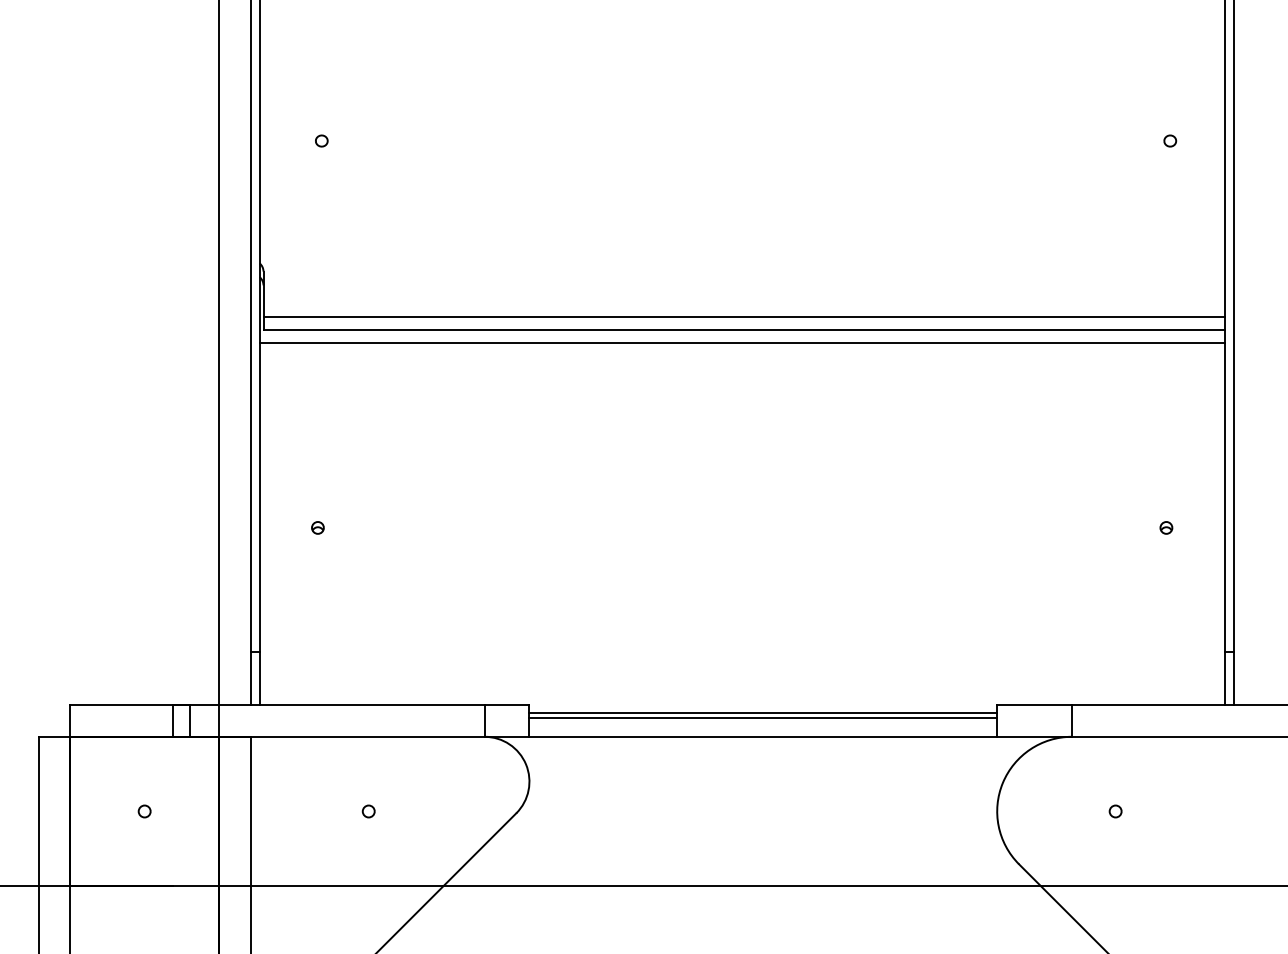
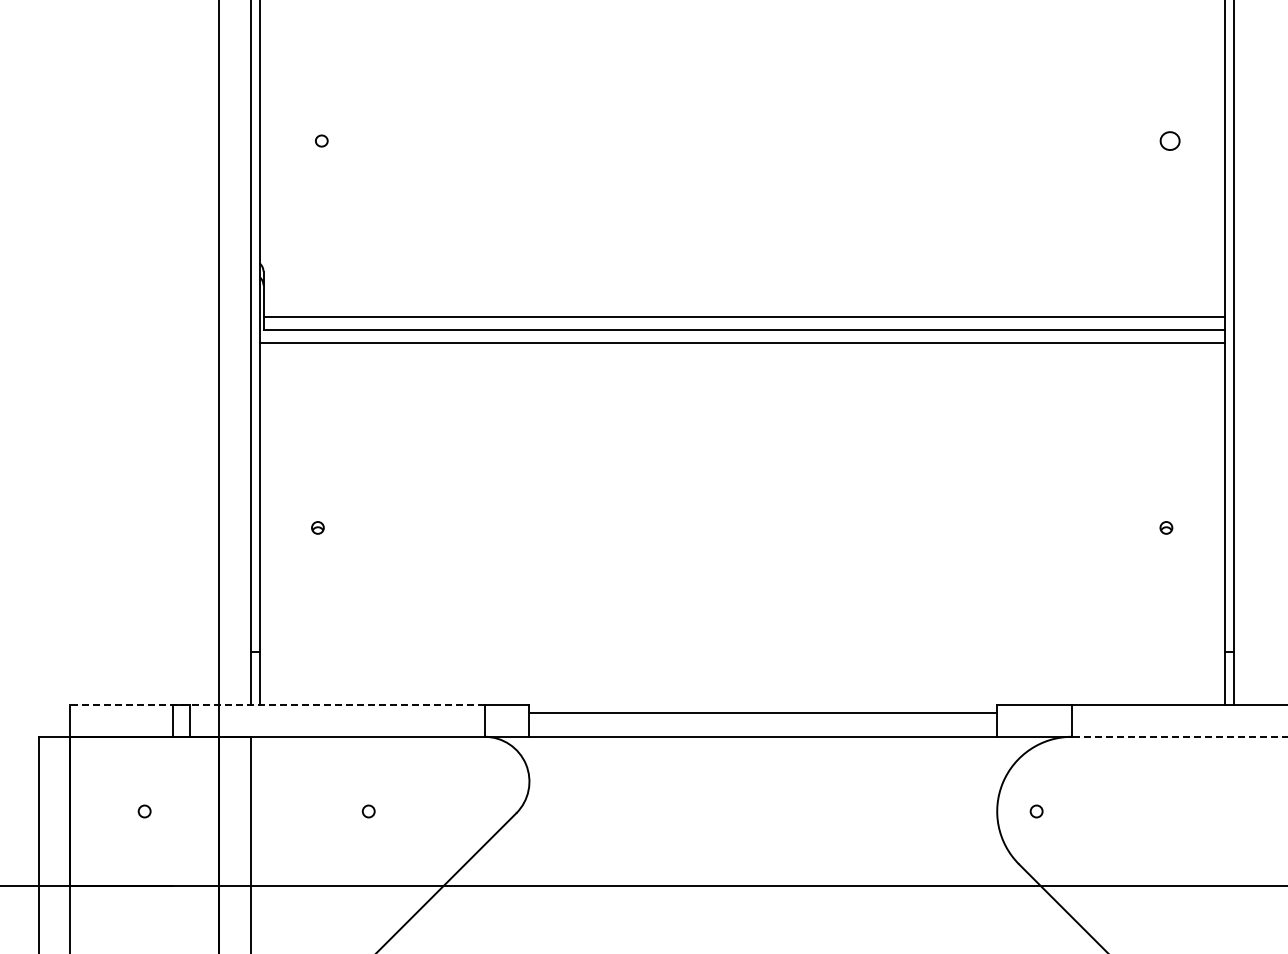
part at (1170, 140) size: 15x14 px -> 22x20 px
line at (276, 705): solid -> dashed
line at (763, 718): present -> none
line at (1179, 736): solid -> dashed
circle at (1115, 811) position: (1115, 811) -> (1036, 811)
